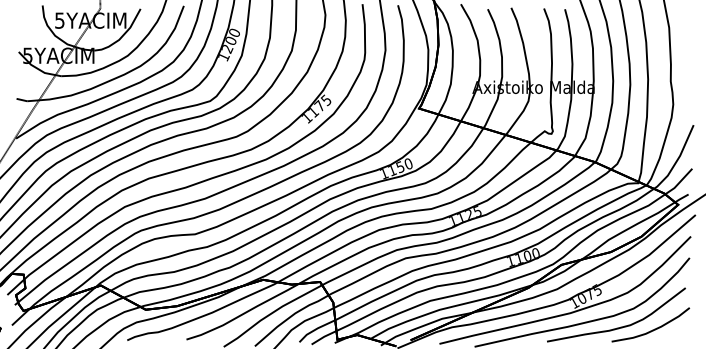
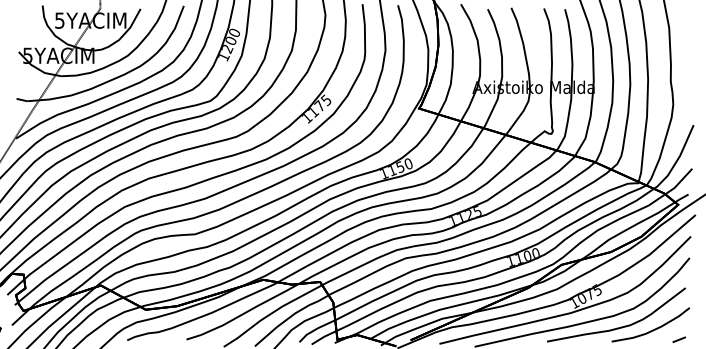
line at (678, 339): none -> present
